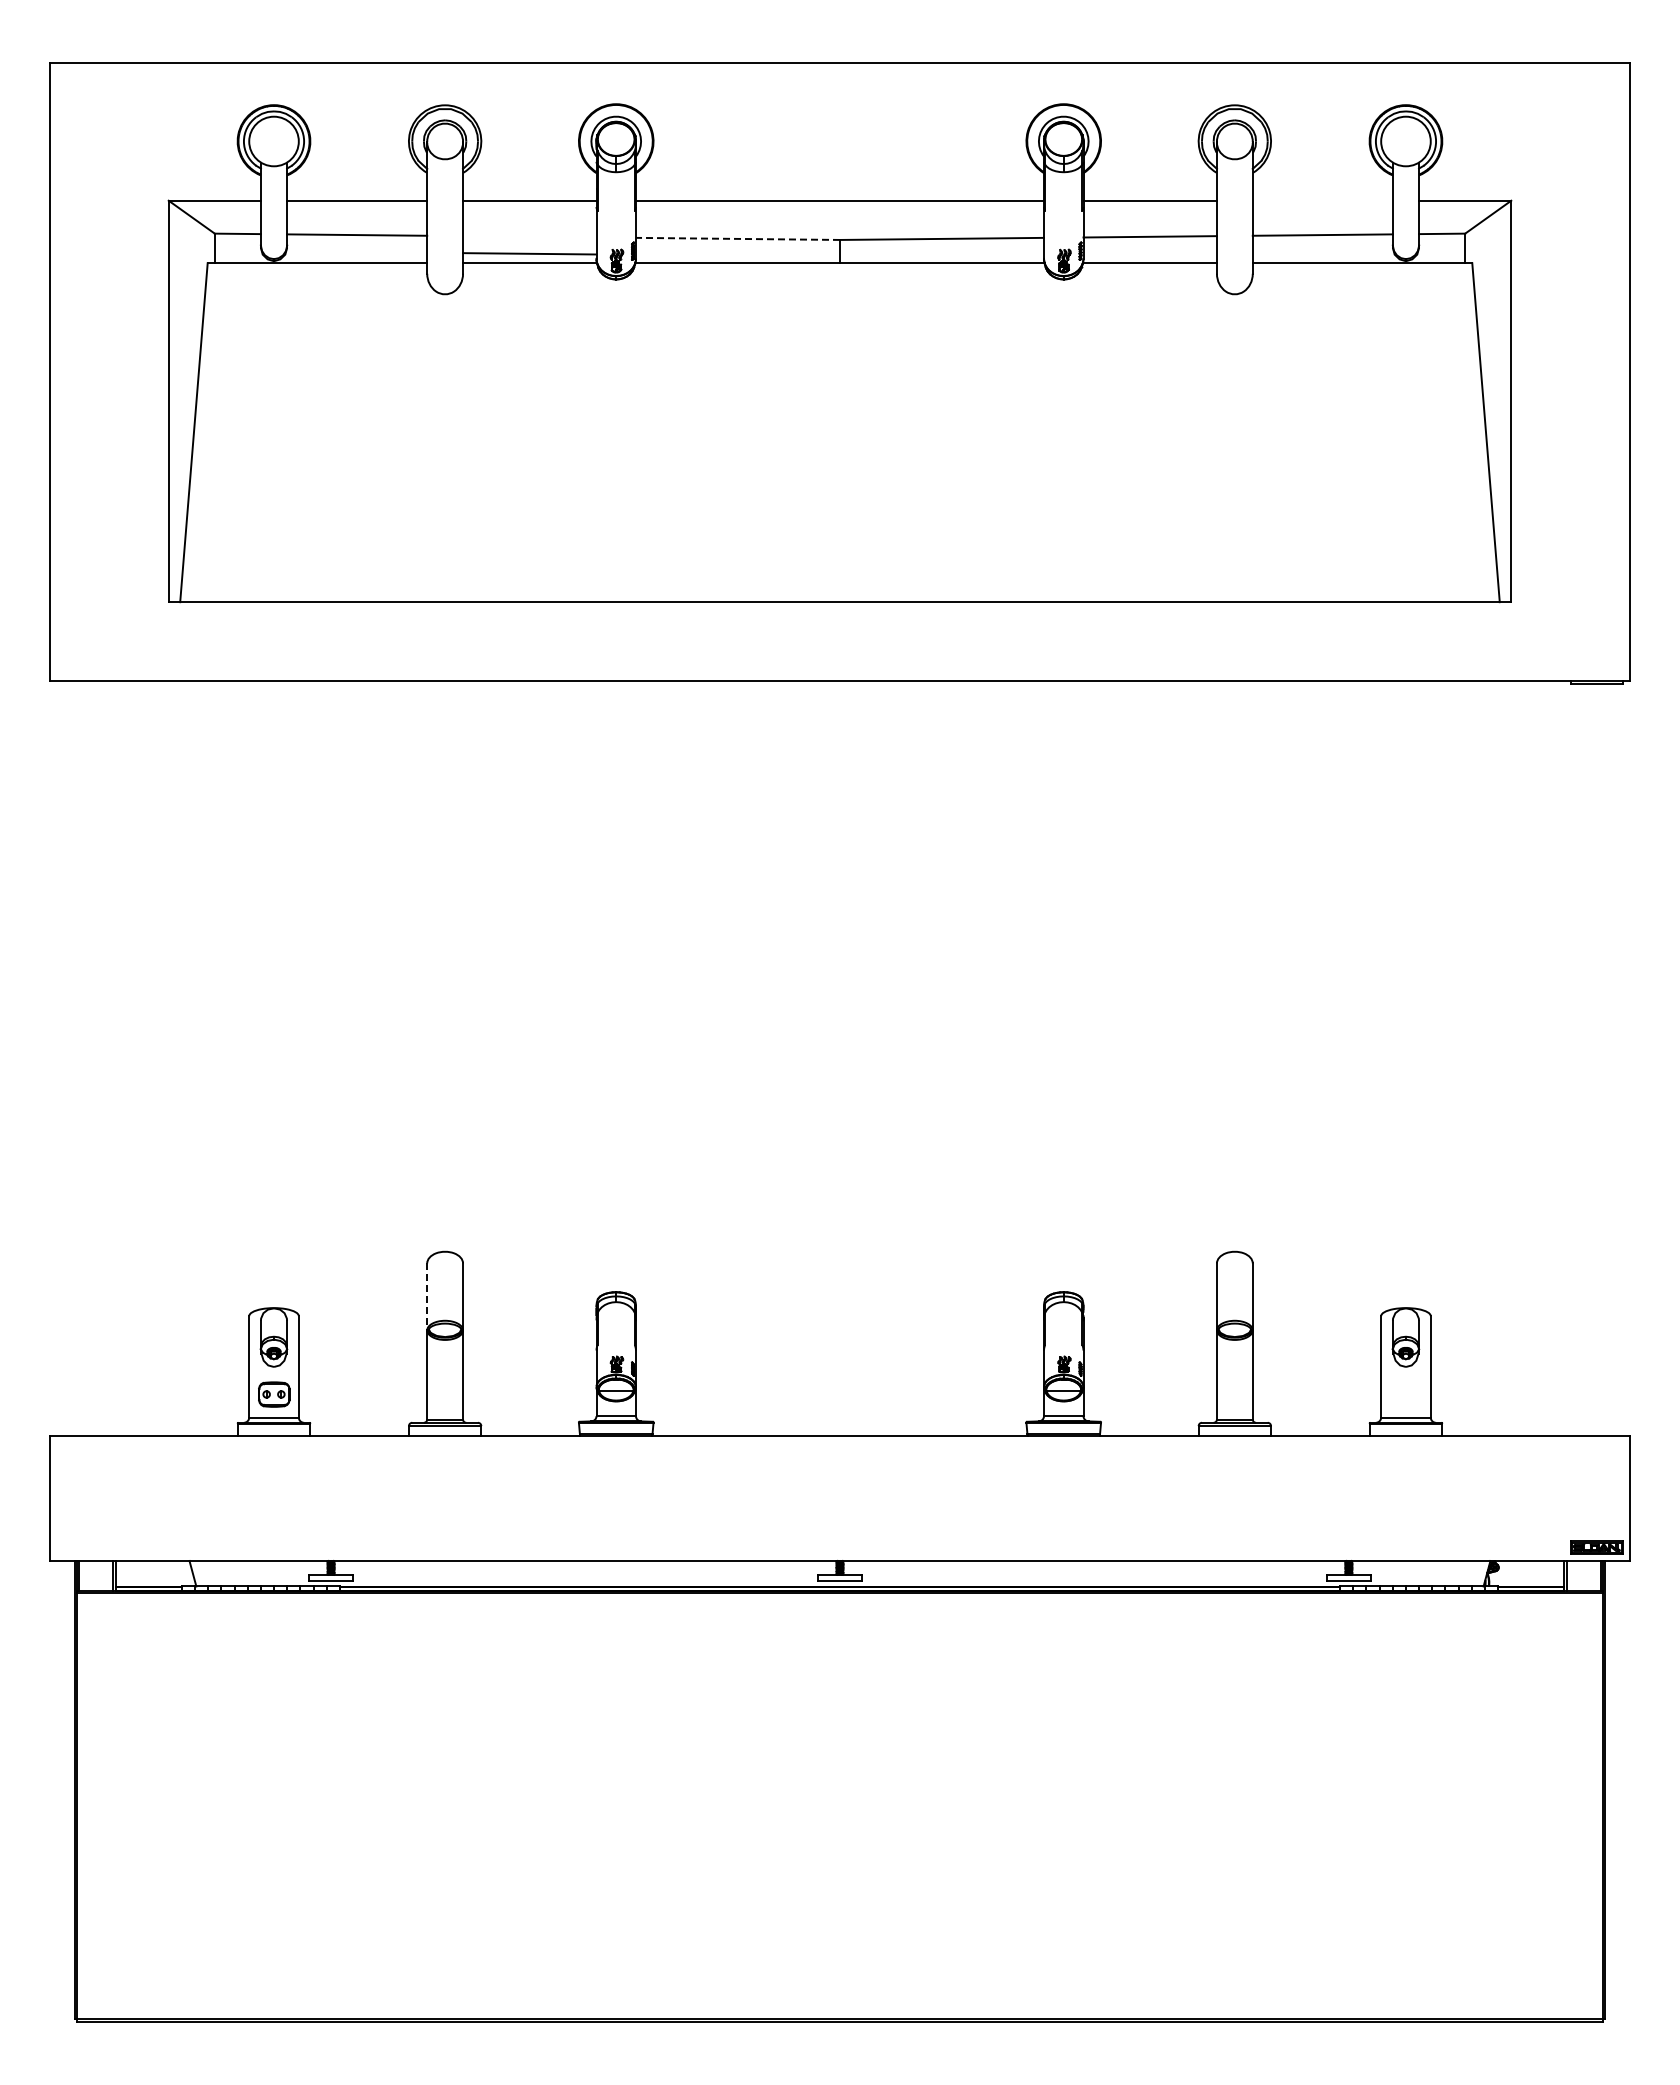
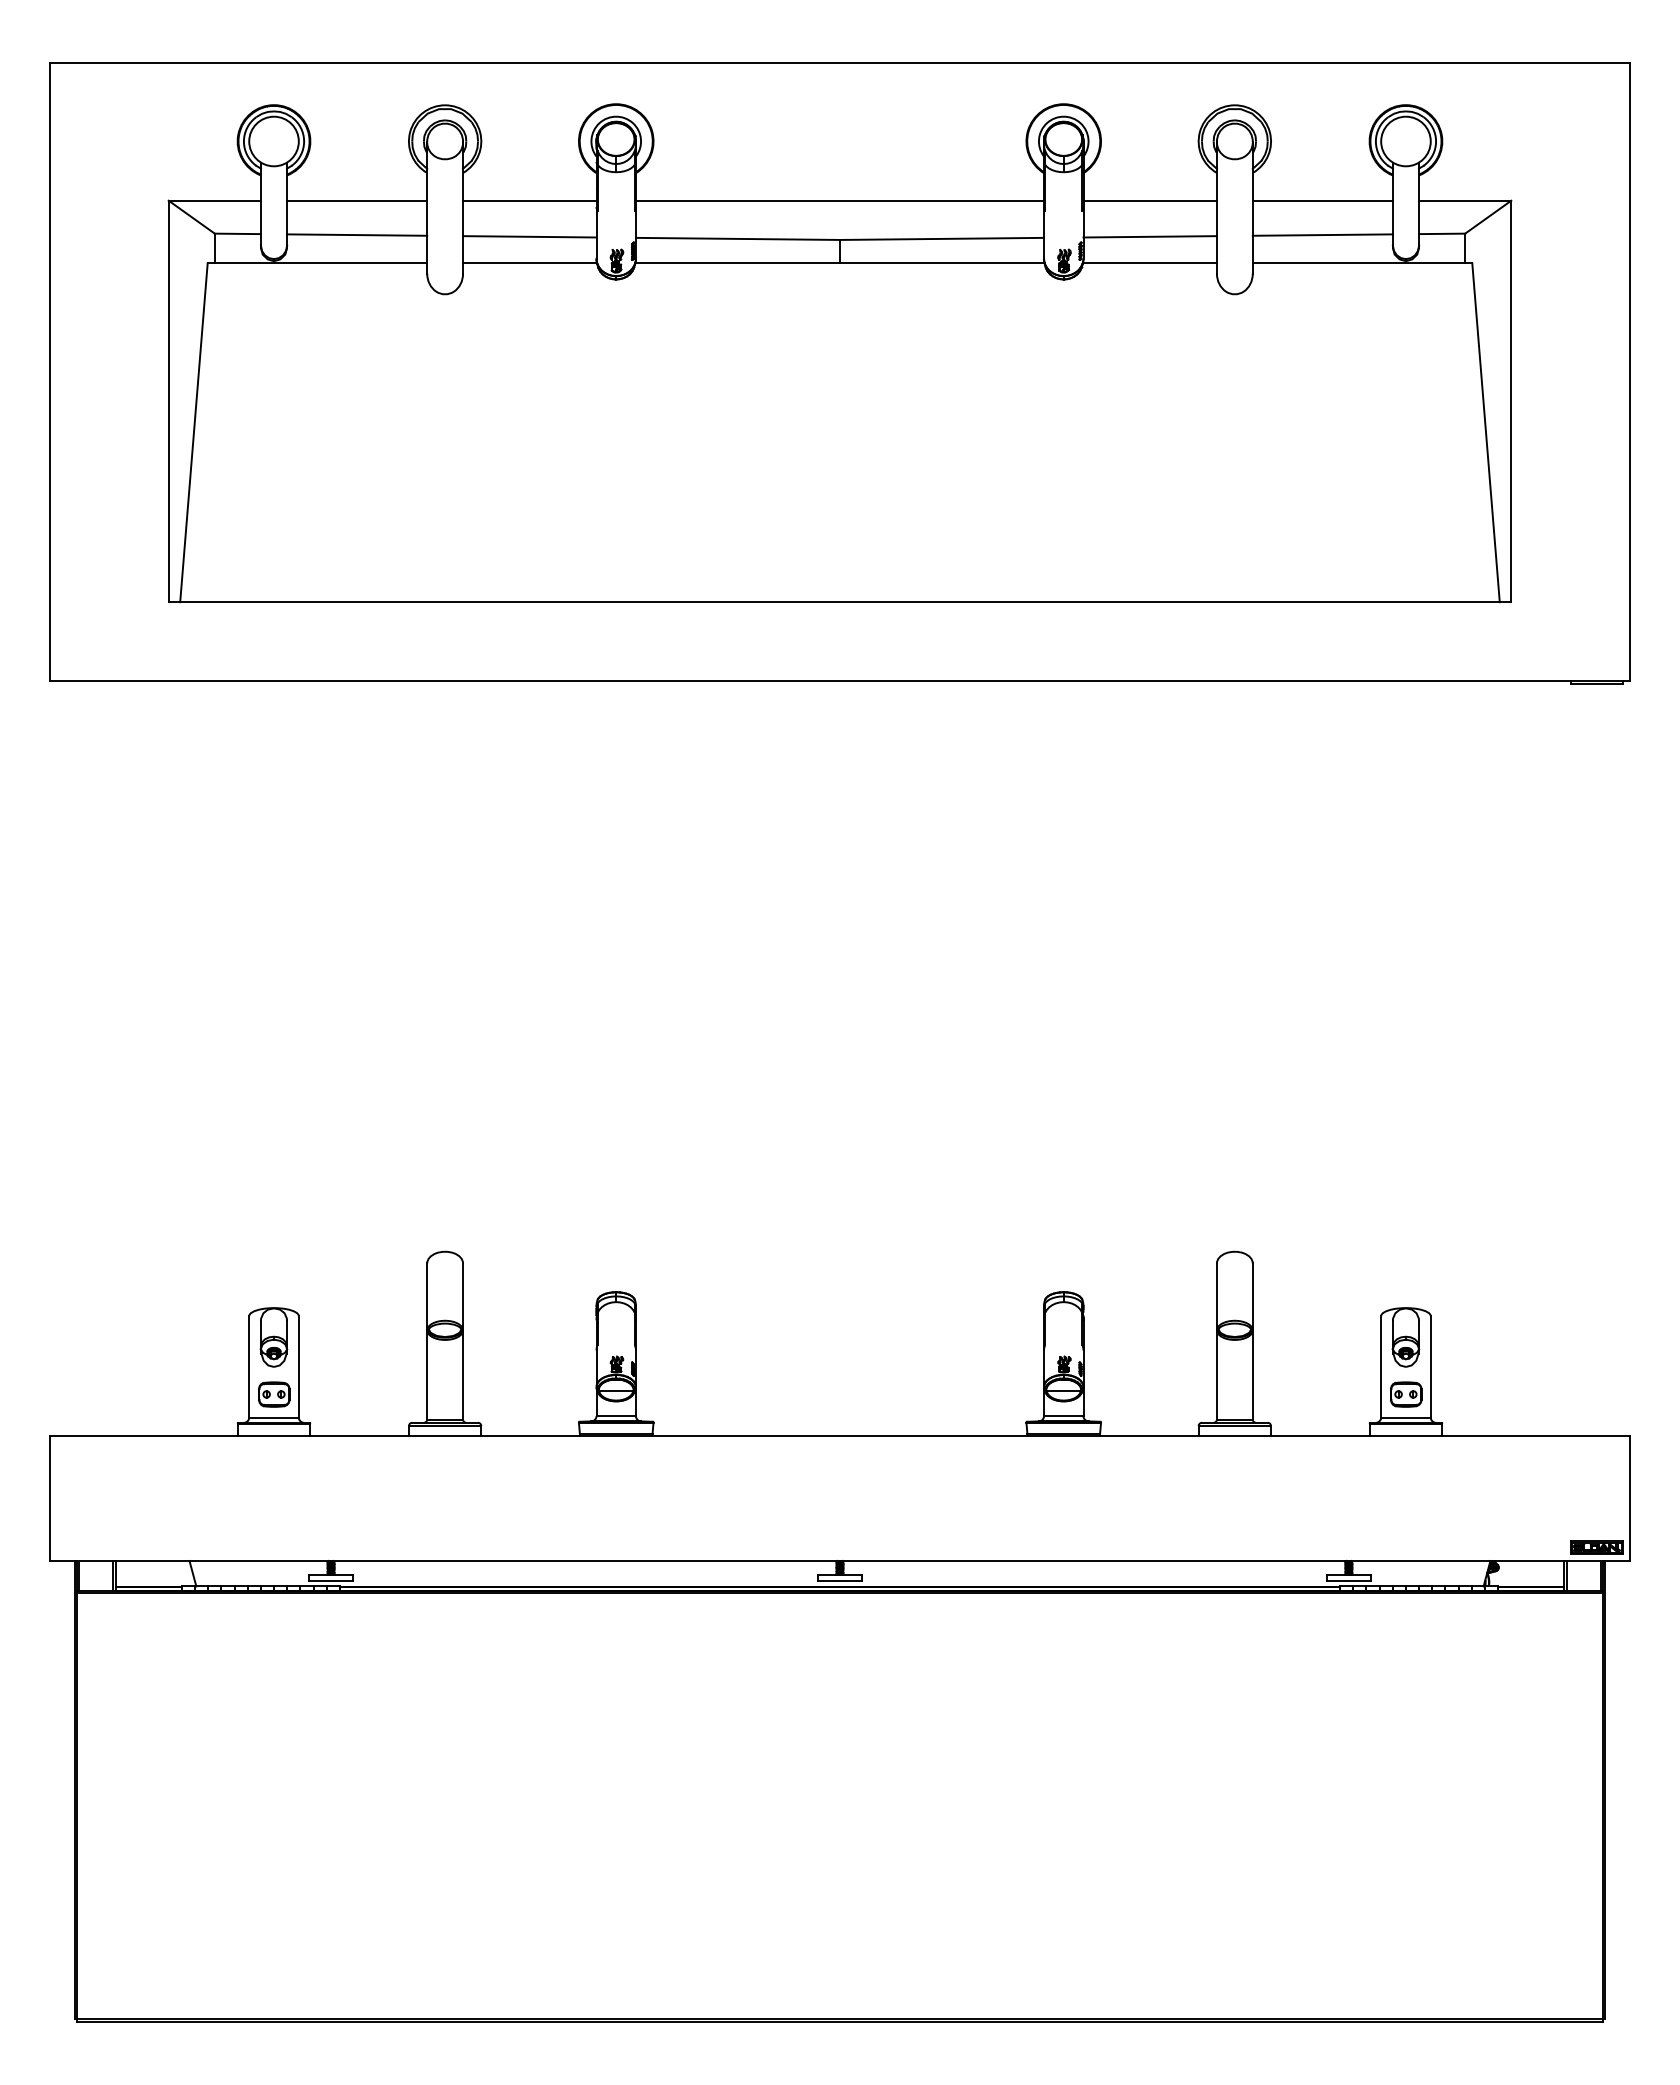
line at (1322, 200): none -> present
line at (737, 238): dashed -> solid
line at (529, 253) position: (529, 253) -> (529, 236)
line at (427, 1297): dashed -> solid
part at (1406, 1394): none -> present
